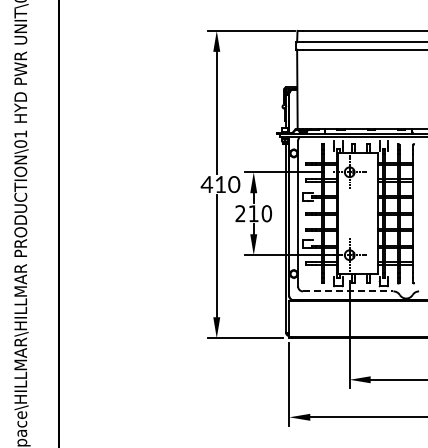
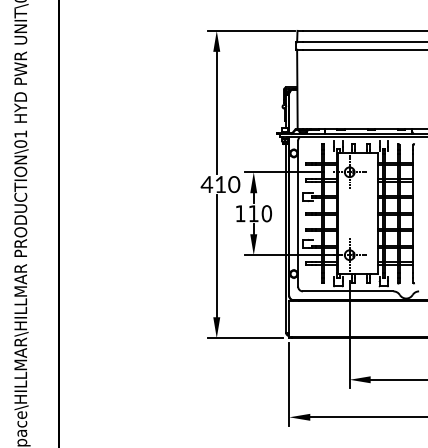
text at (240, 213): 210 -> 110
line at (348, 291): dashed -> solid
